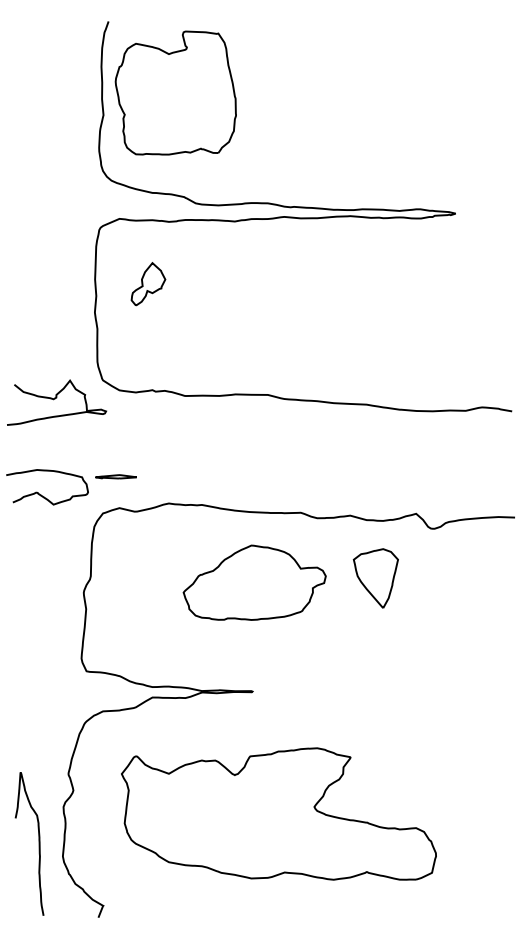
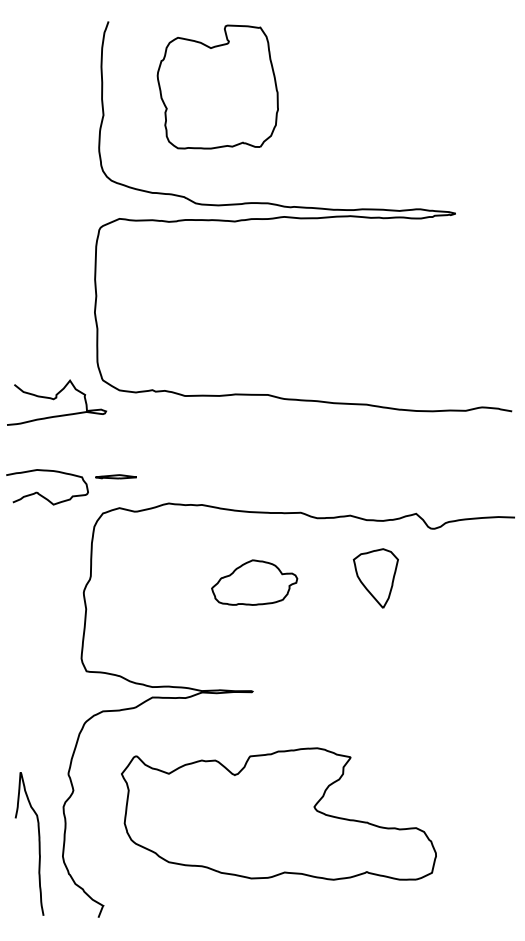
part at (175, 92) position: (175, 92) -> (217, 86)
part at (148, 284): present -> none
part at (254, 582) size: 145x77 px -> 88x47 px
